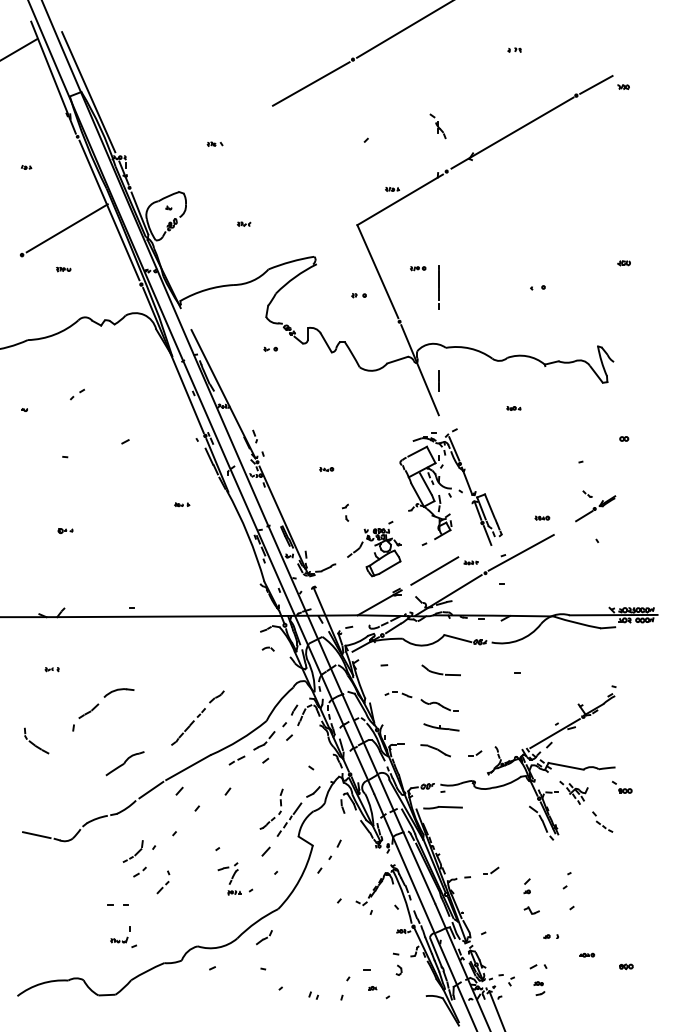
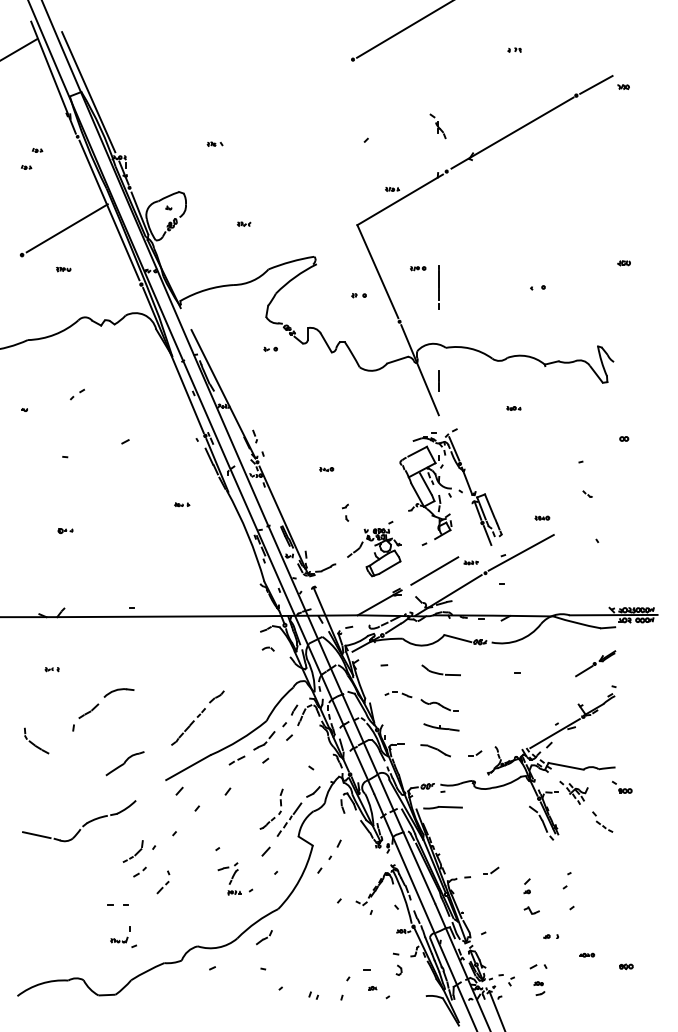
line at (310, 83): present -> none
part at (37, 150): none -> present
part at (595, 508) position: (595, 508) -> (595, 663)
line at (151, 789): present -> none
